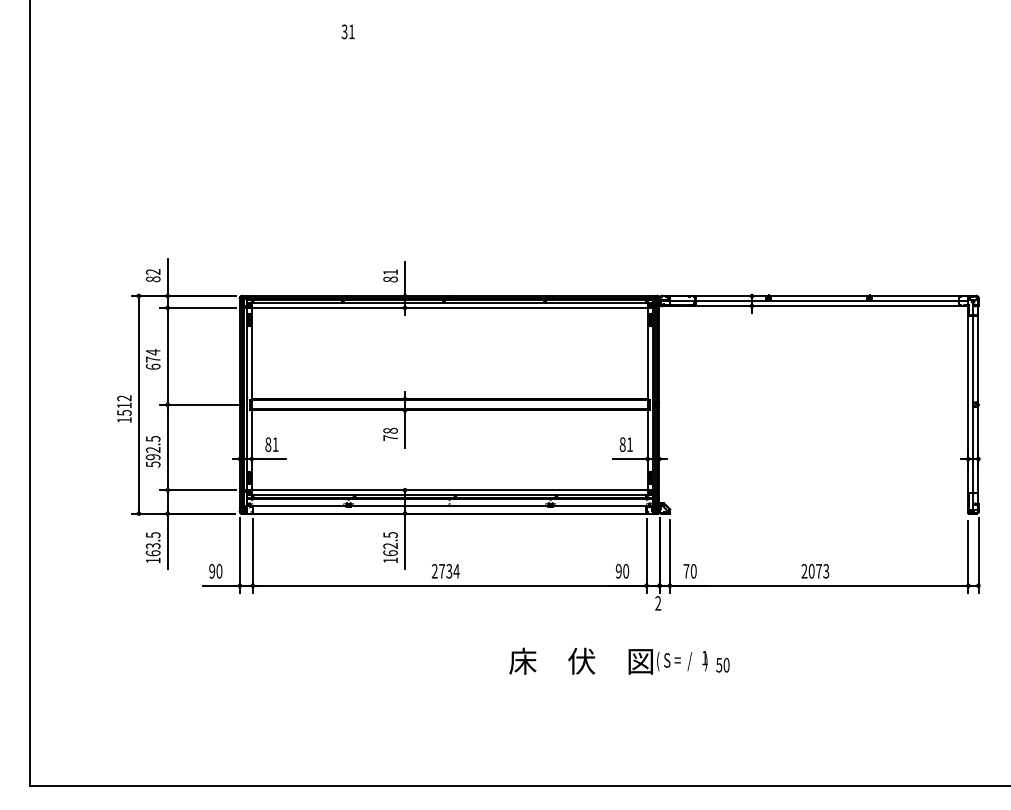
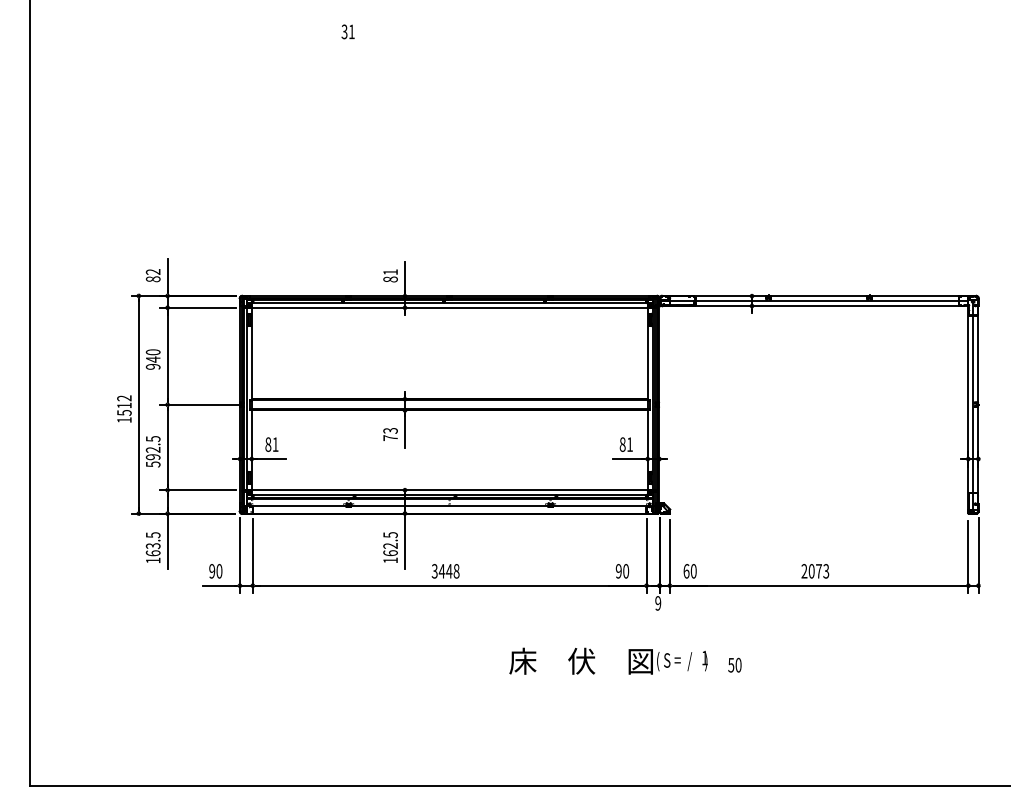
text at (152, 359): 674 -> 940
text at (390, 430): 78 -> 73
text at (445, 571): 2734 -> 3448
text at (686, 571): 70 -> 60
text at (658, 603): 2 -> 9
text at (722, 664) position: (722, 664) -> (734, 664)
